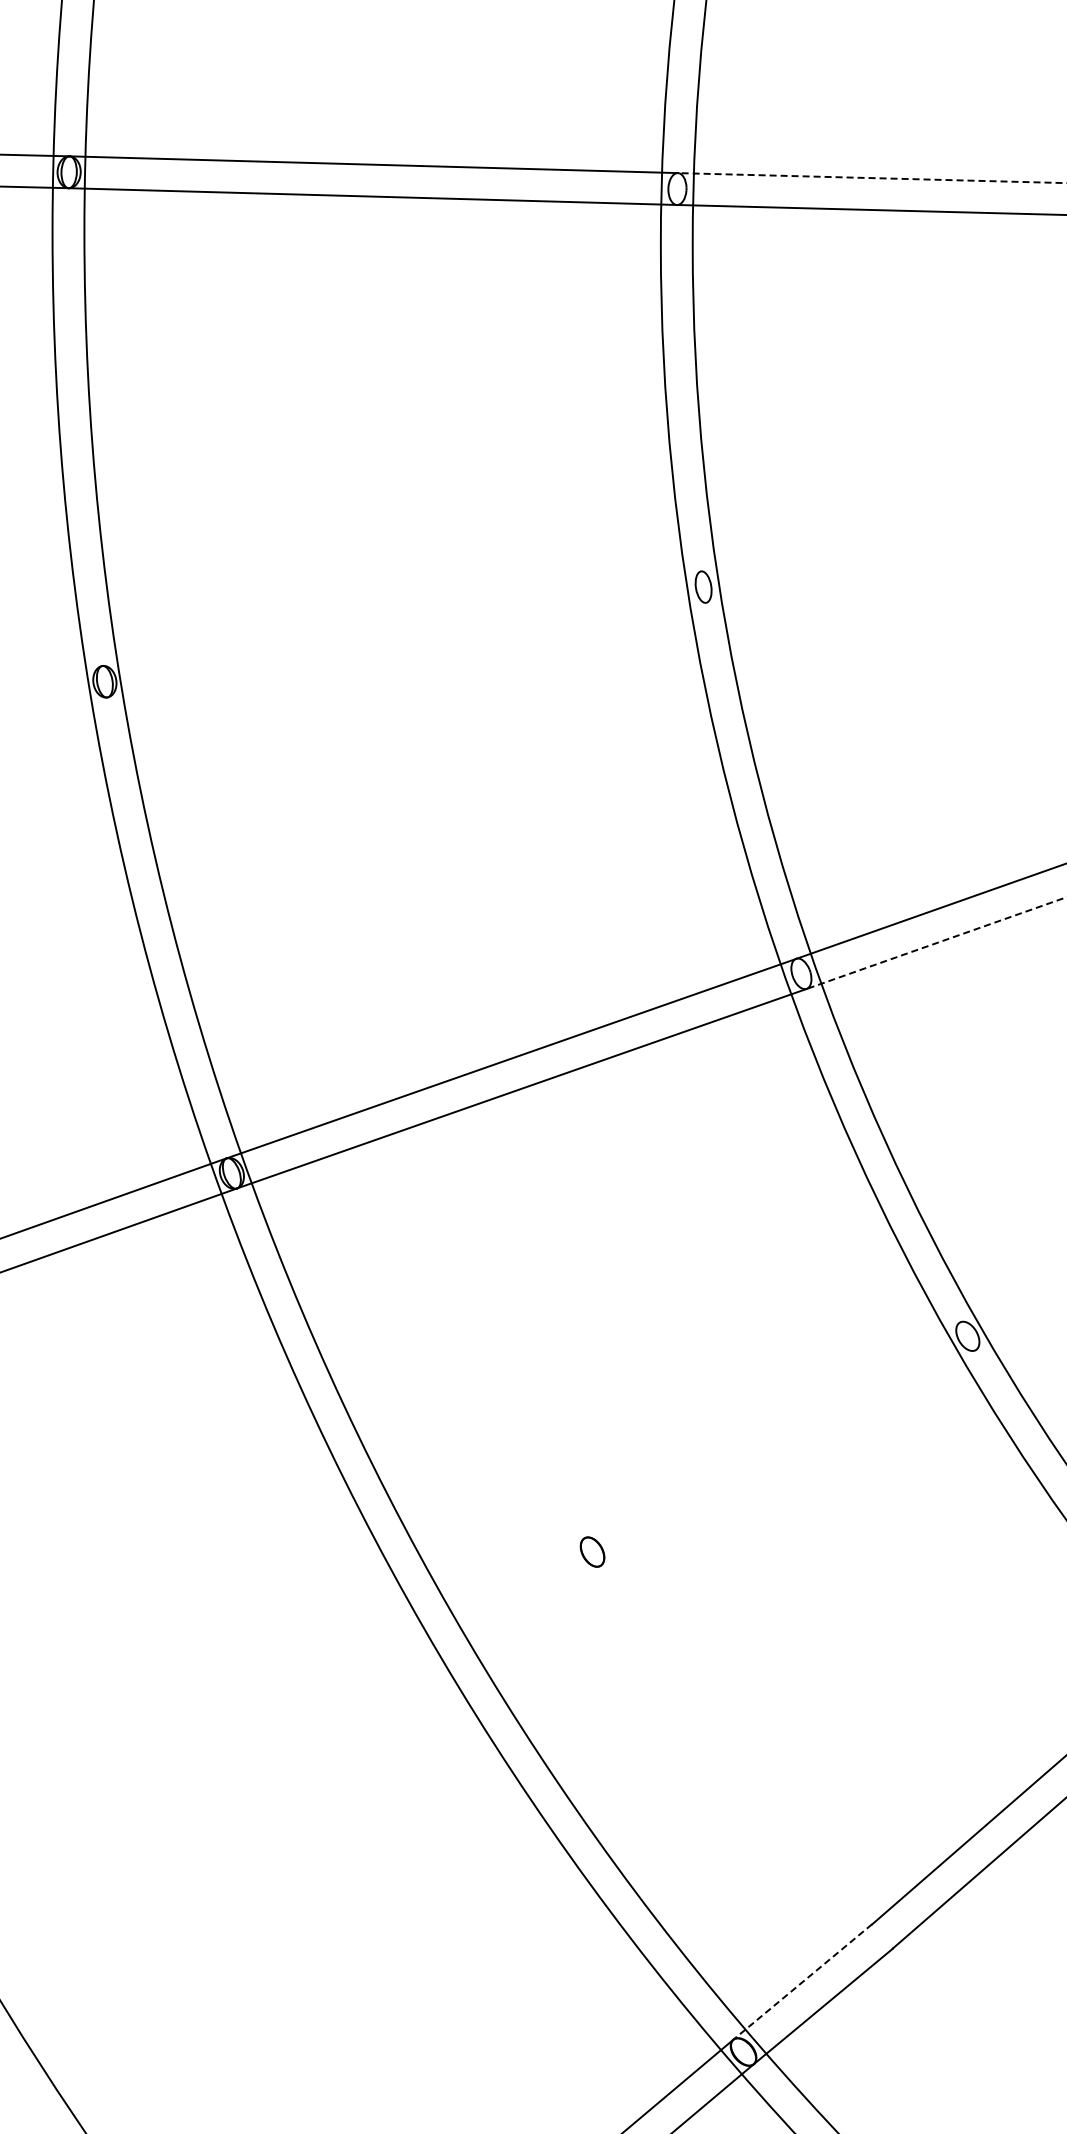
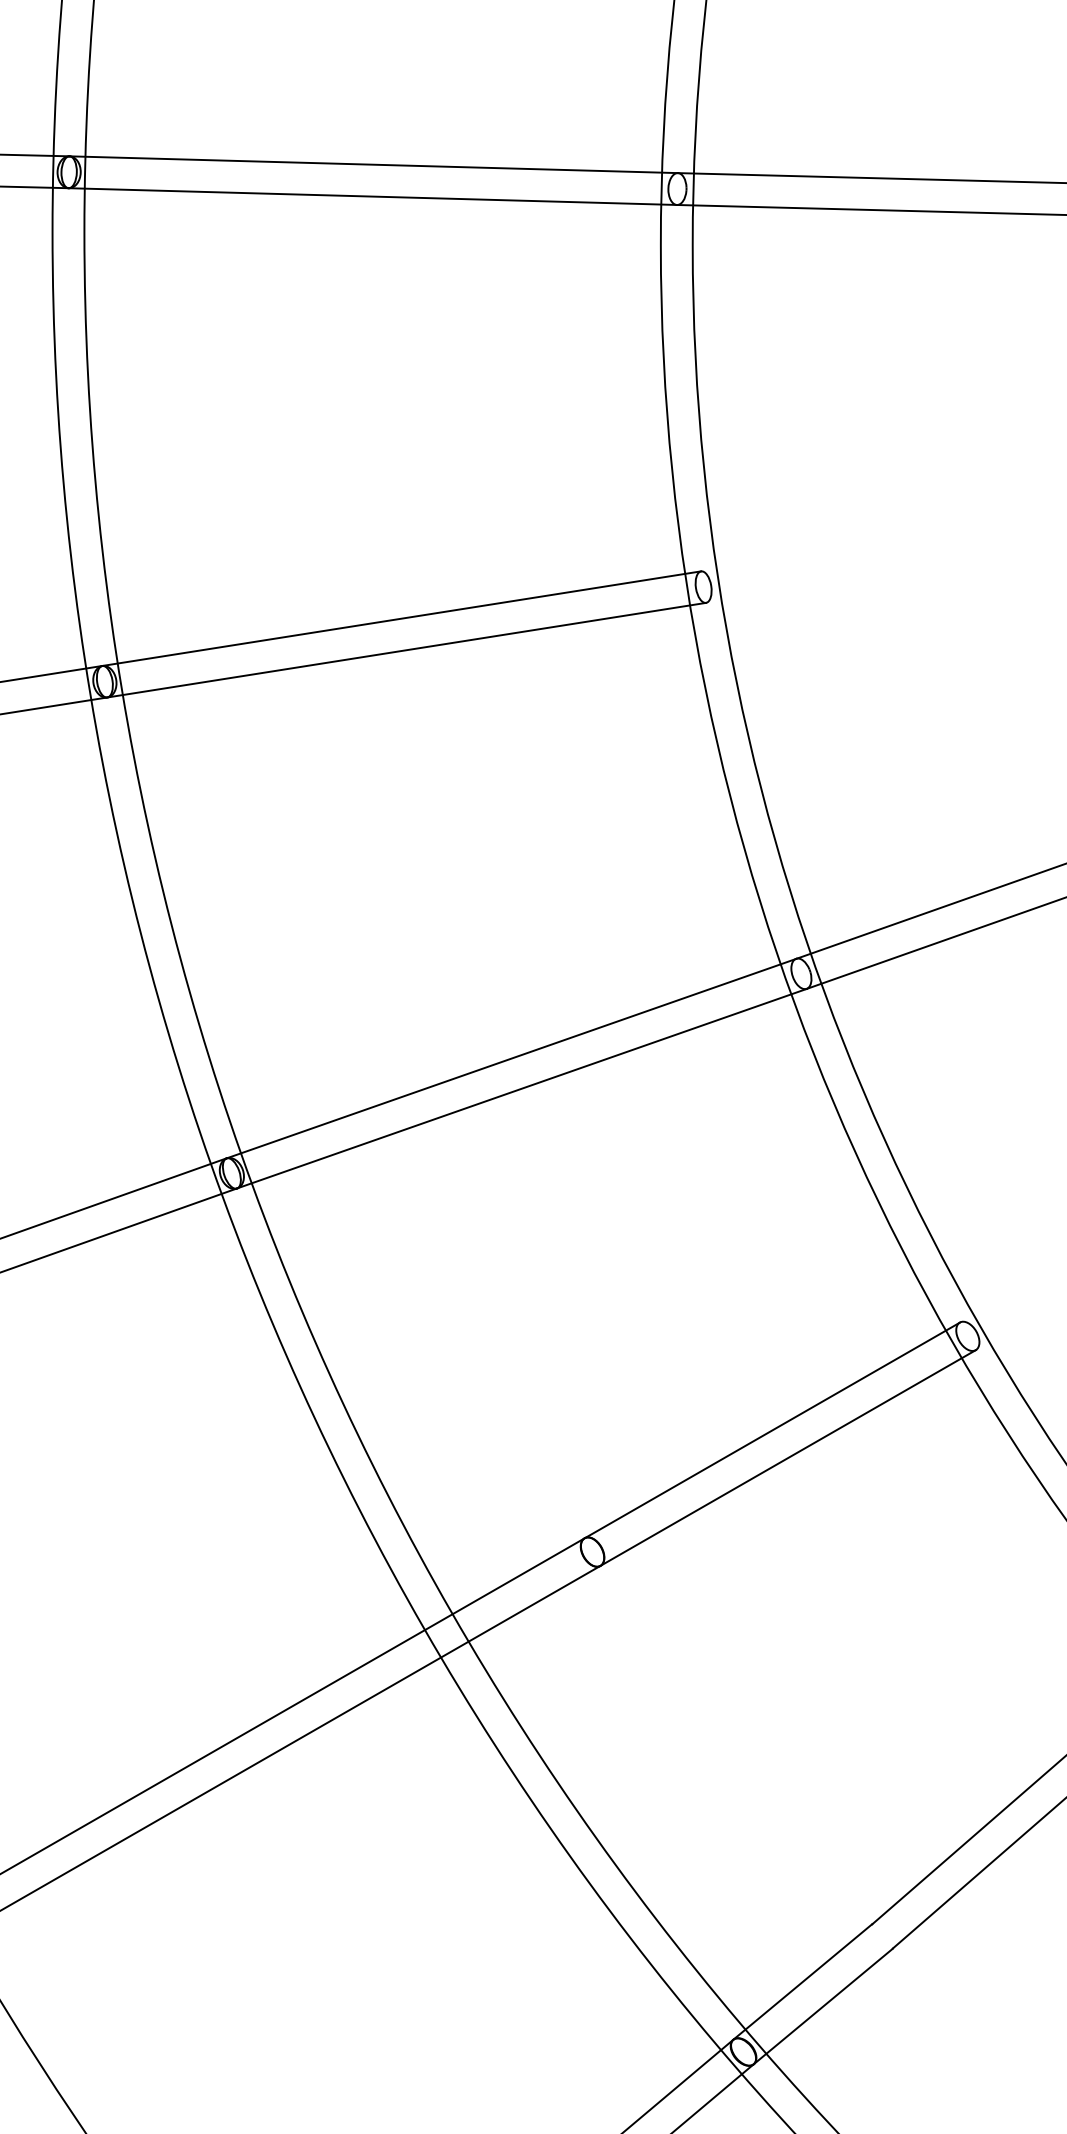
line at (871, 178): dashed -> solid
line at (351, 626): none -> present
line at (353, 658): none -> present
line at (935, 943): dashed -> solid
line at (480, 1597): none -> present
line at (488, 1629): none -> present
line at (802, 1982): dashed -> solid
